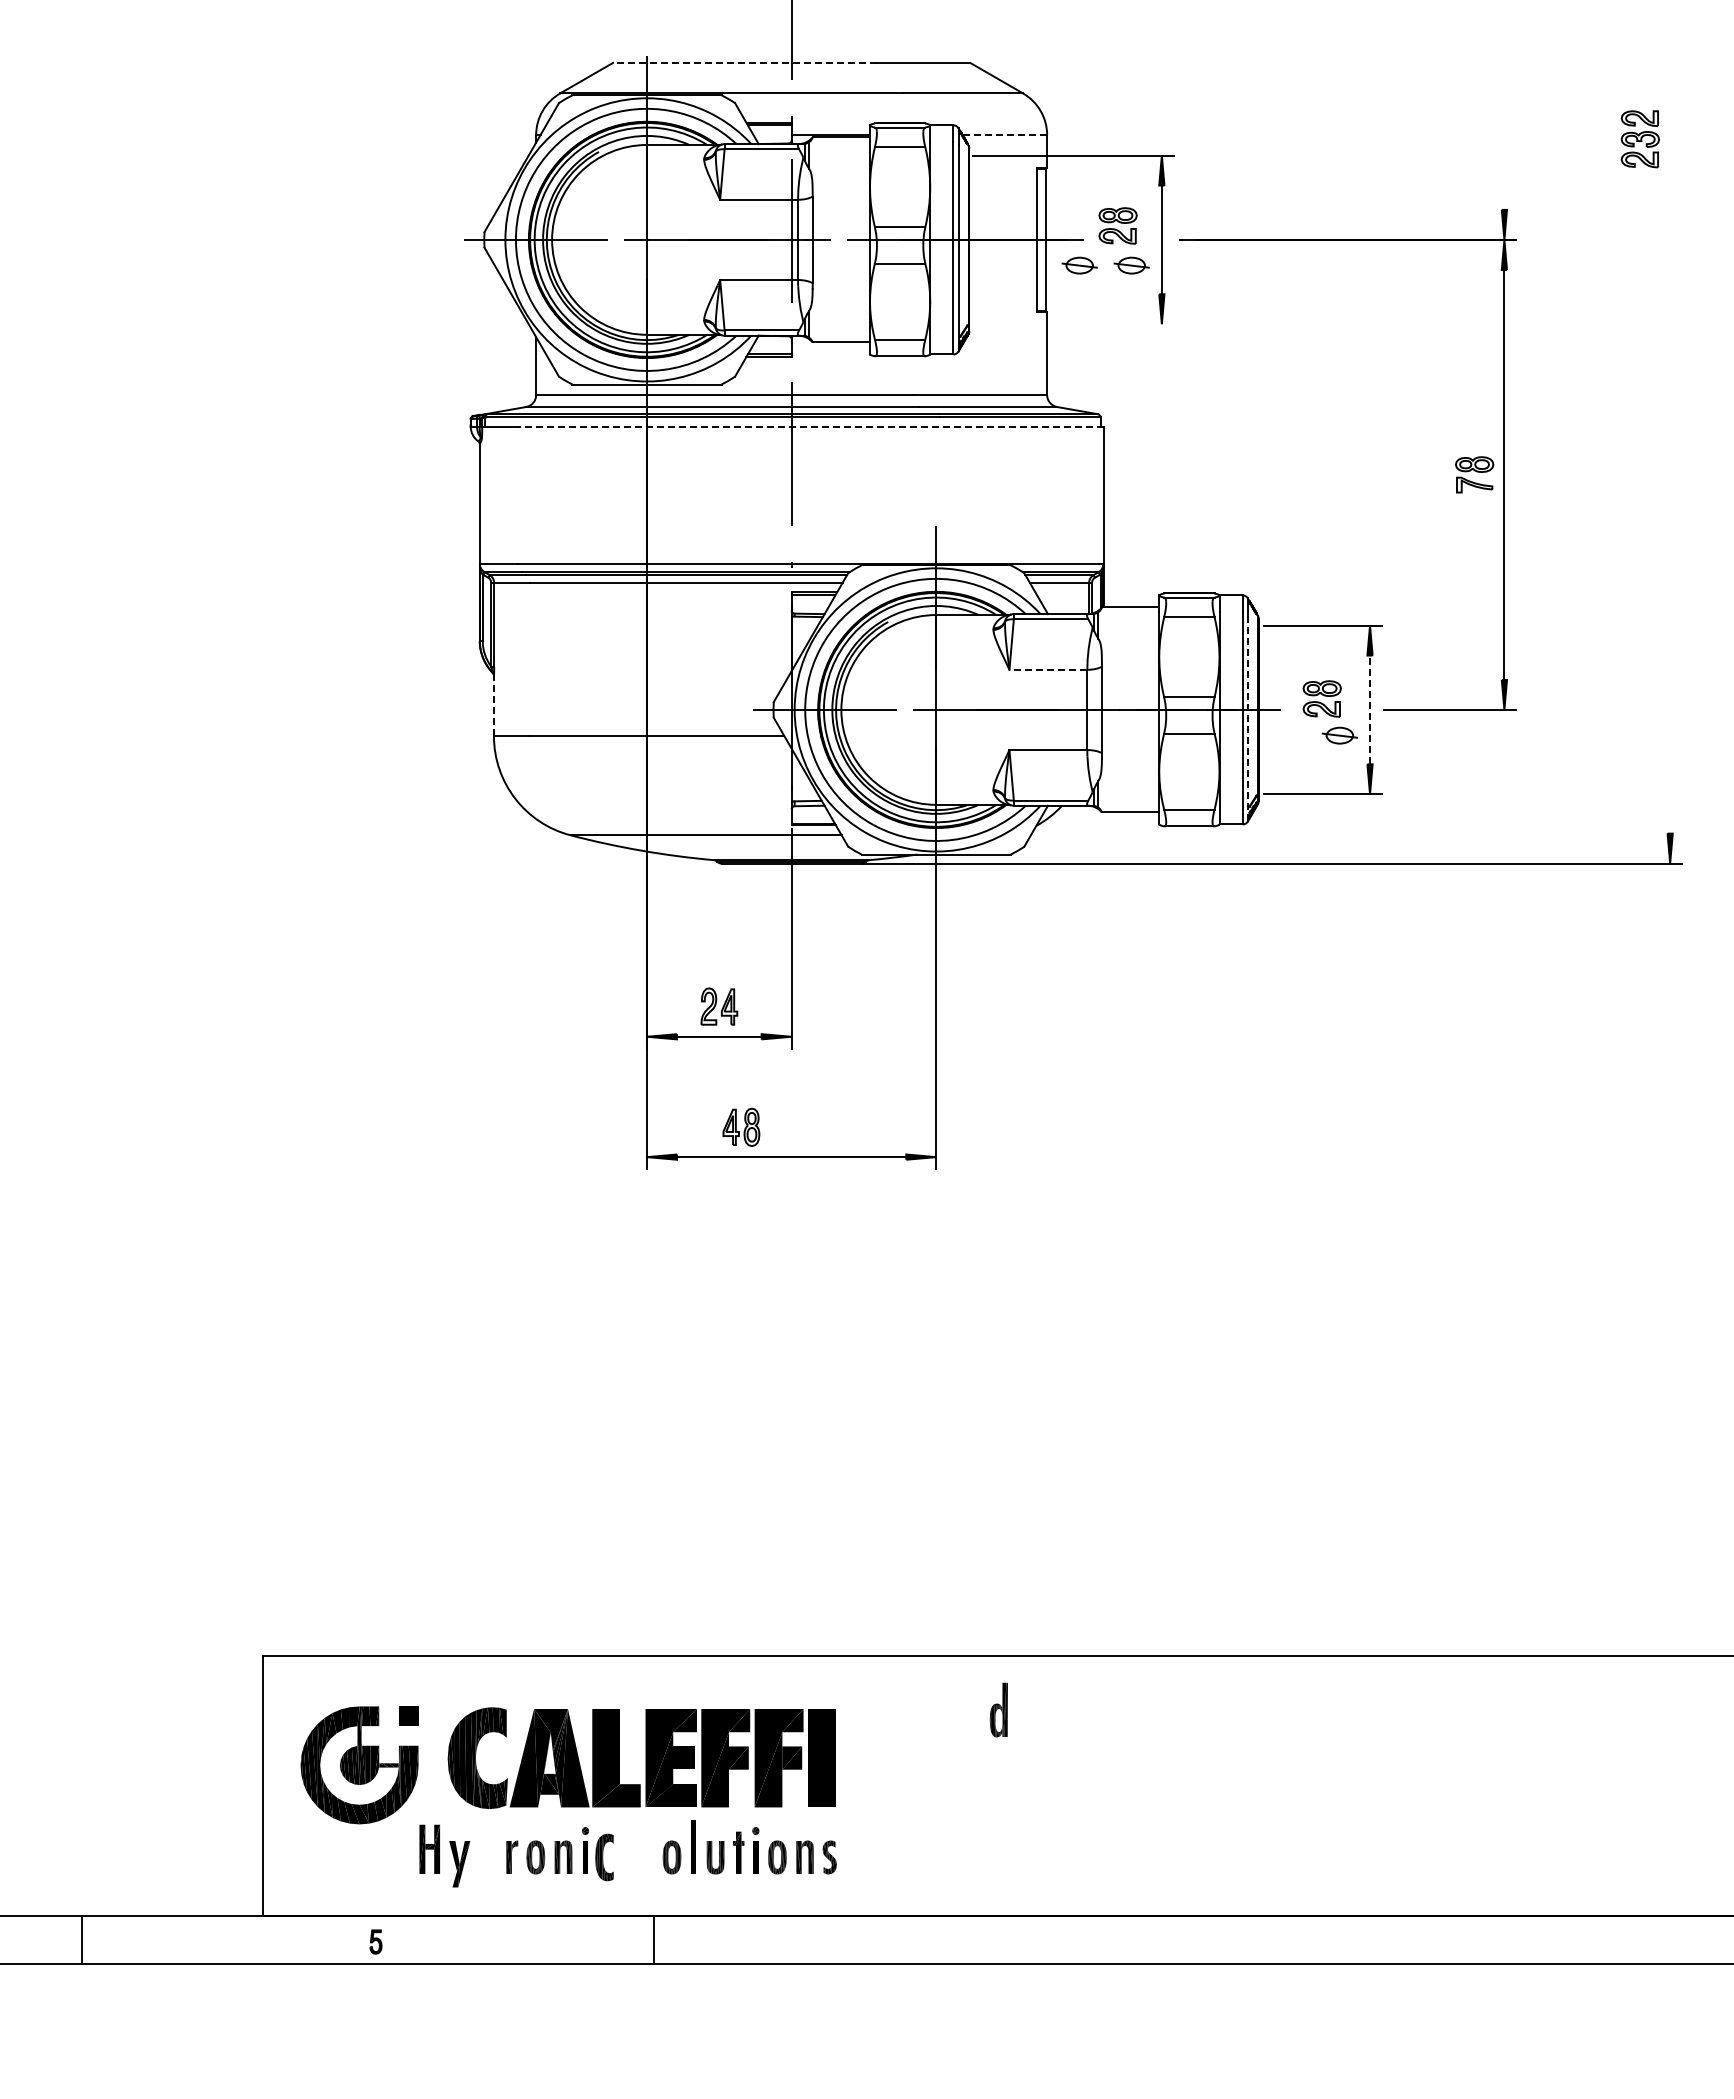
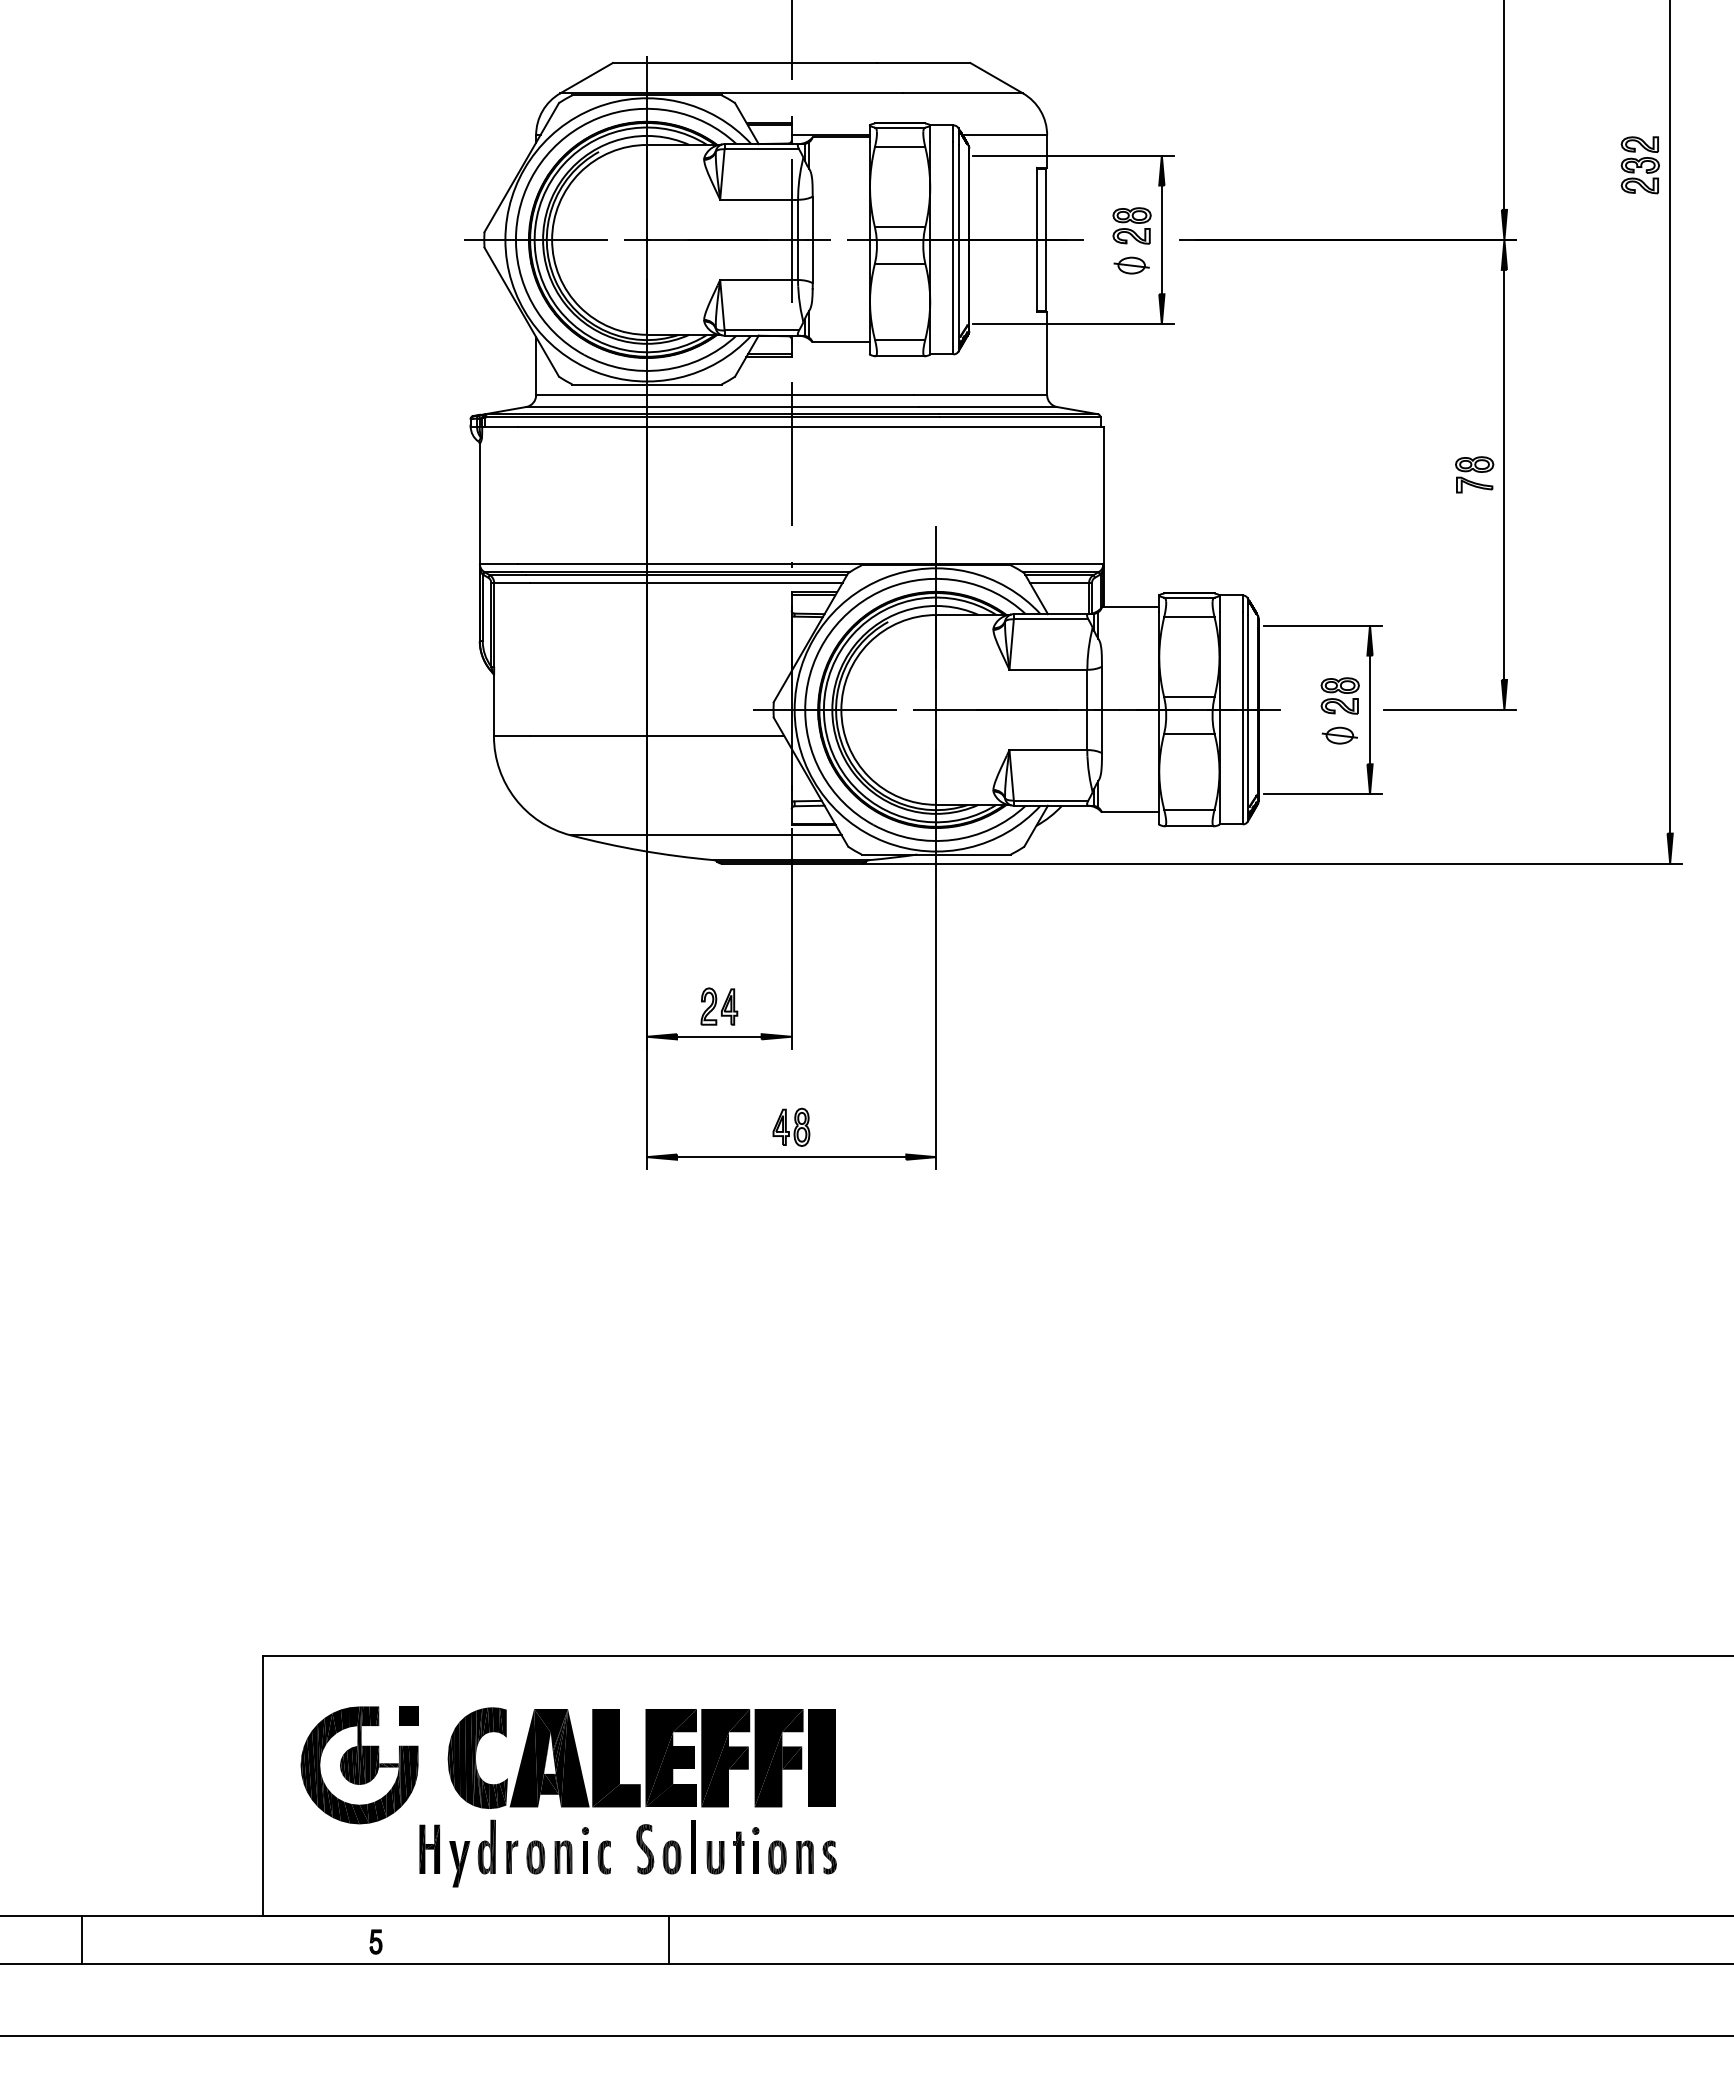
line at (744, 62): dashed -> solid
line at (1504, 105): none -> present
line at (1004, 135): dashed -> solid
part at (1639, 139) position: (1639, 139) -> (1639, 165)
part at (1117, 225) position: (1117, 225) -> (1131, 225)
part at (1079, 265): present -> none
line at (1072, 324): none -> present
line at (1670, 417): none -> present
line at (810, 426): dashed -> solid
line at (1048, 669): dashed -> solid
part at (1321, 698) position: (1321, 698) -> (1339, 695)
line at (493, 705): dashed -> solid
line at (1370, 709): dashed -> solid
line at (1247, 717): dashed -> solid
part at (741, 1126) position: (741, 1126) -> (791, 1126)
part at (998, 1709) position: (998, 1709) -> (486, 1846)
part at (645, 1849): none -> present
part at (604, 1857) size: 19x49 px -> 14x35 px
line at (654, 1939) position: (654, 1939) -> (669, 1939)
line at (866, 2036): none -> present
